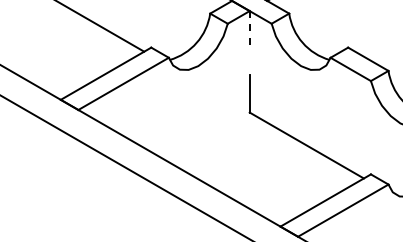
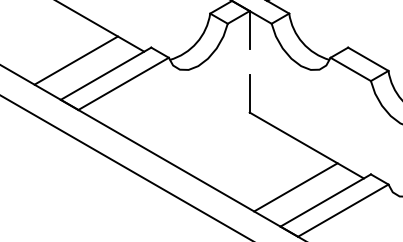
line at (249, 29): dashed -> solid
line at (75, 60): none -> present
line at (295, 187): none -> present
